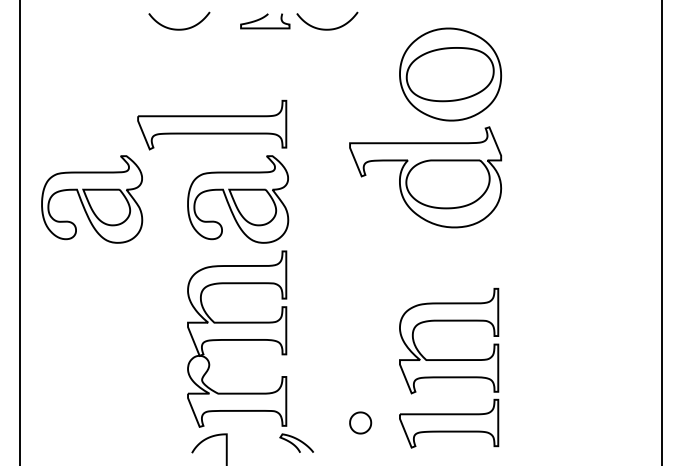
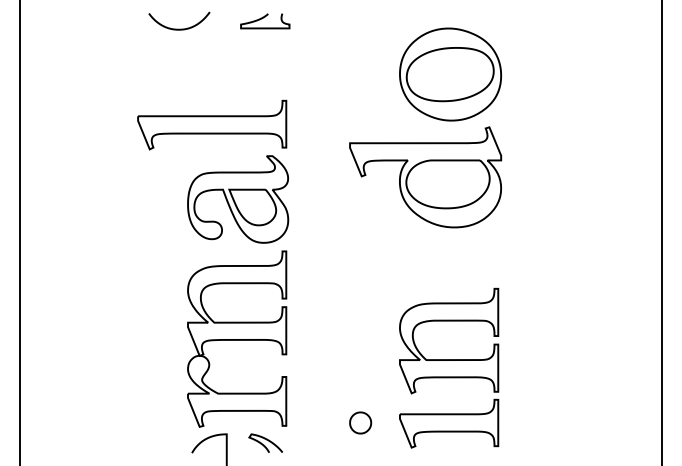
curve at (327, 28): present -> none
part at (92, 199): present -> none
curve at (297, 440) position: (297, 440) -> (266, 440)
